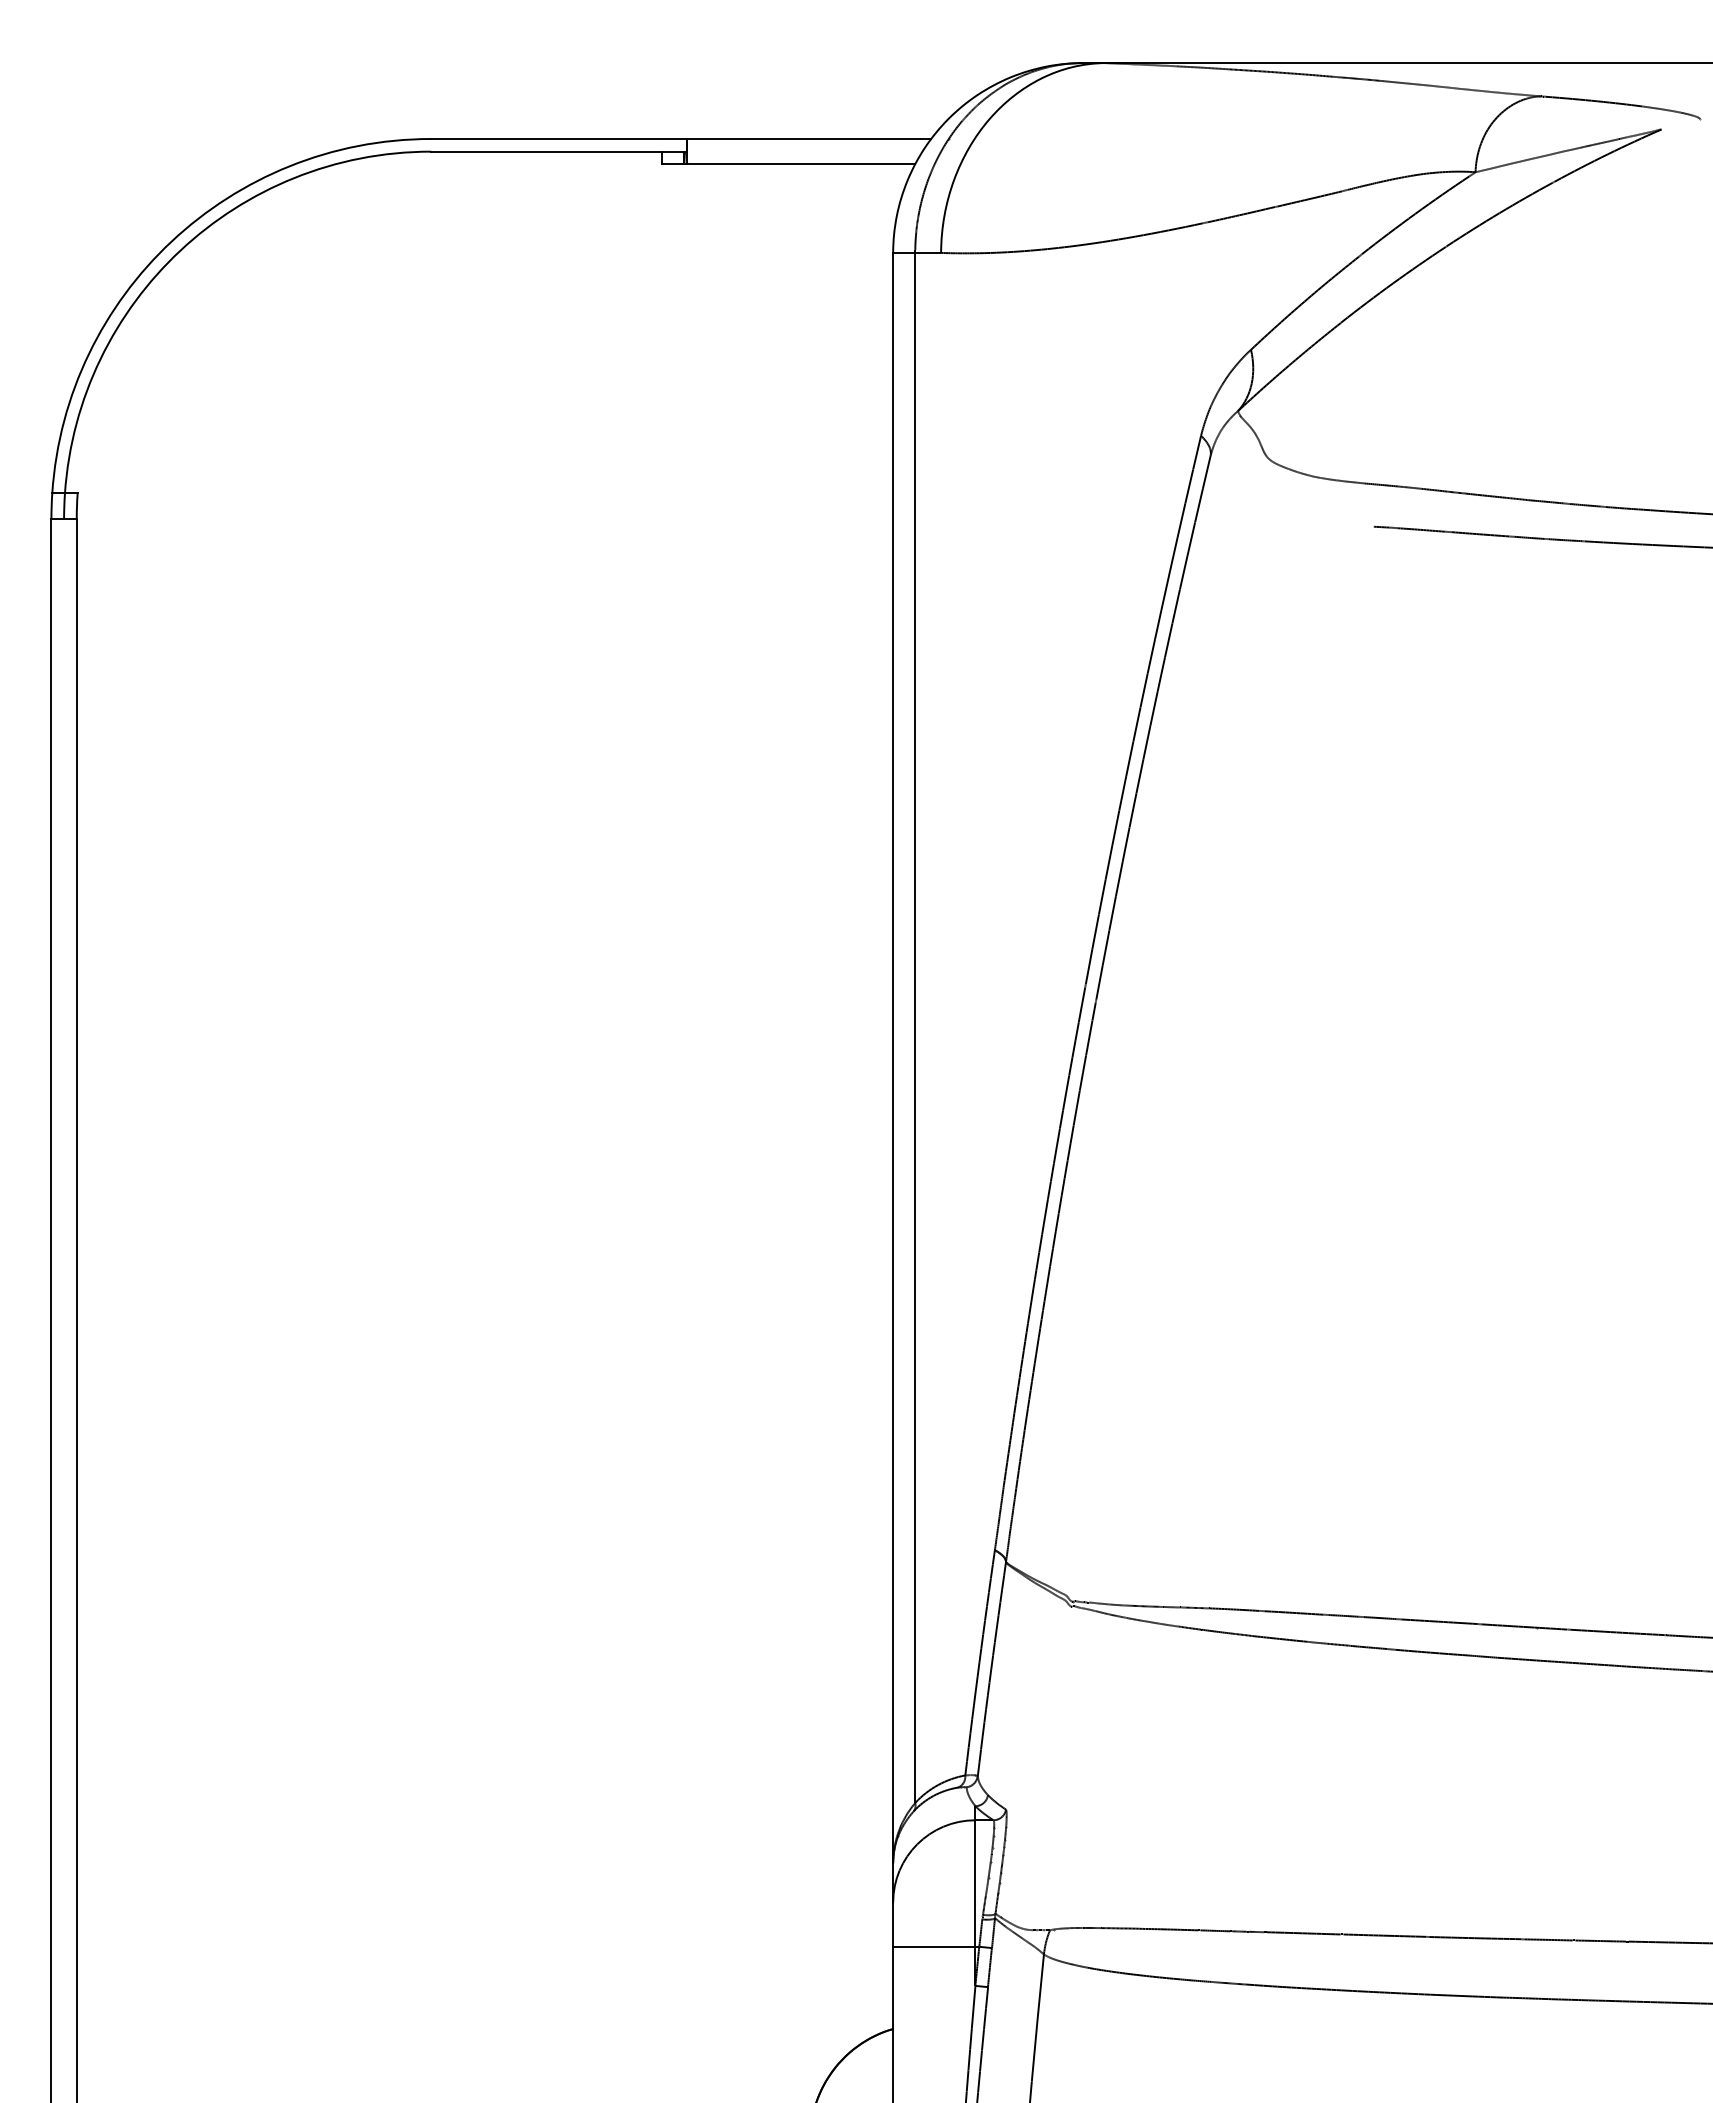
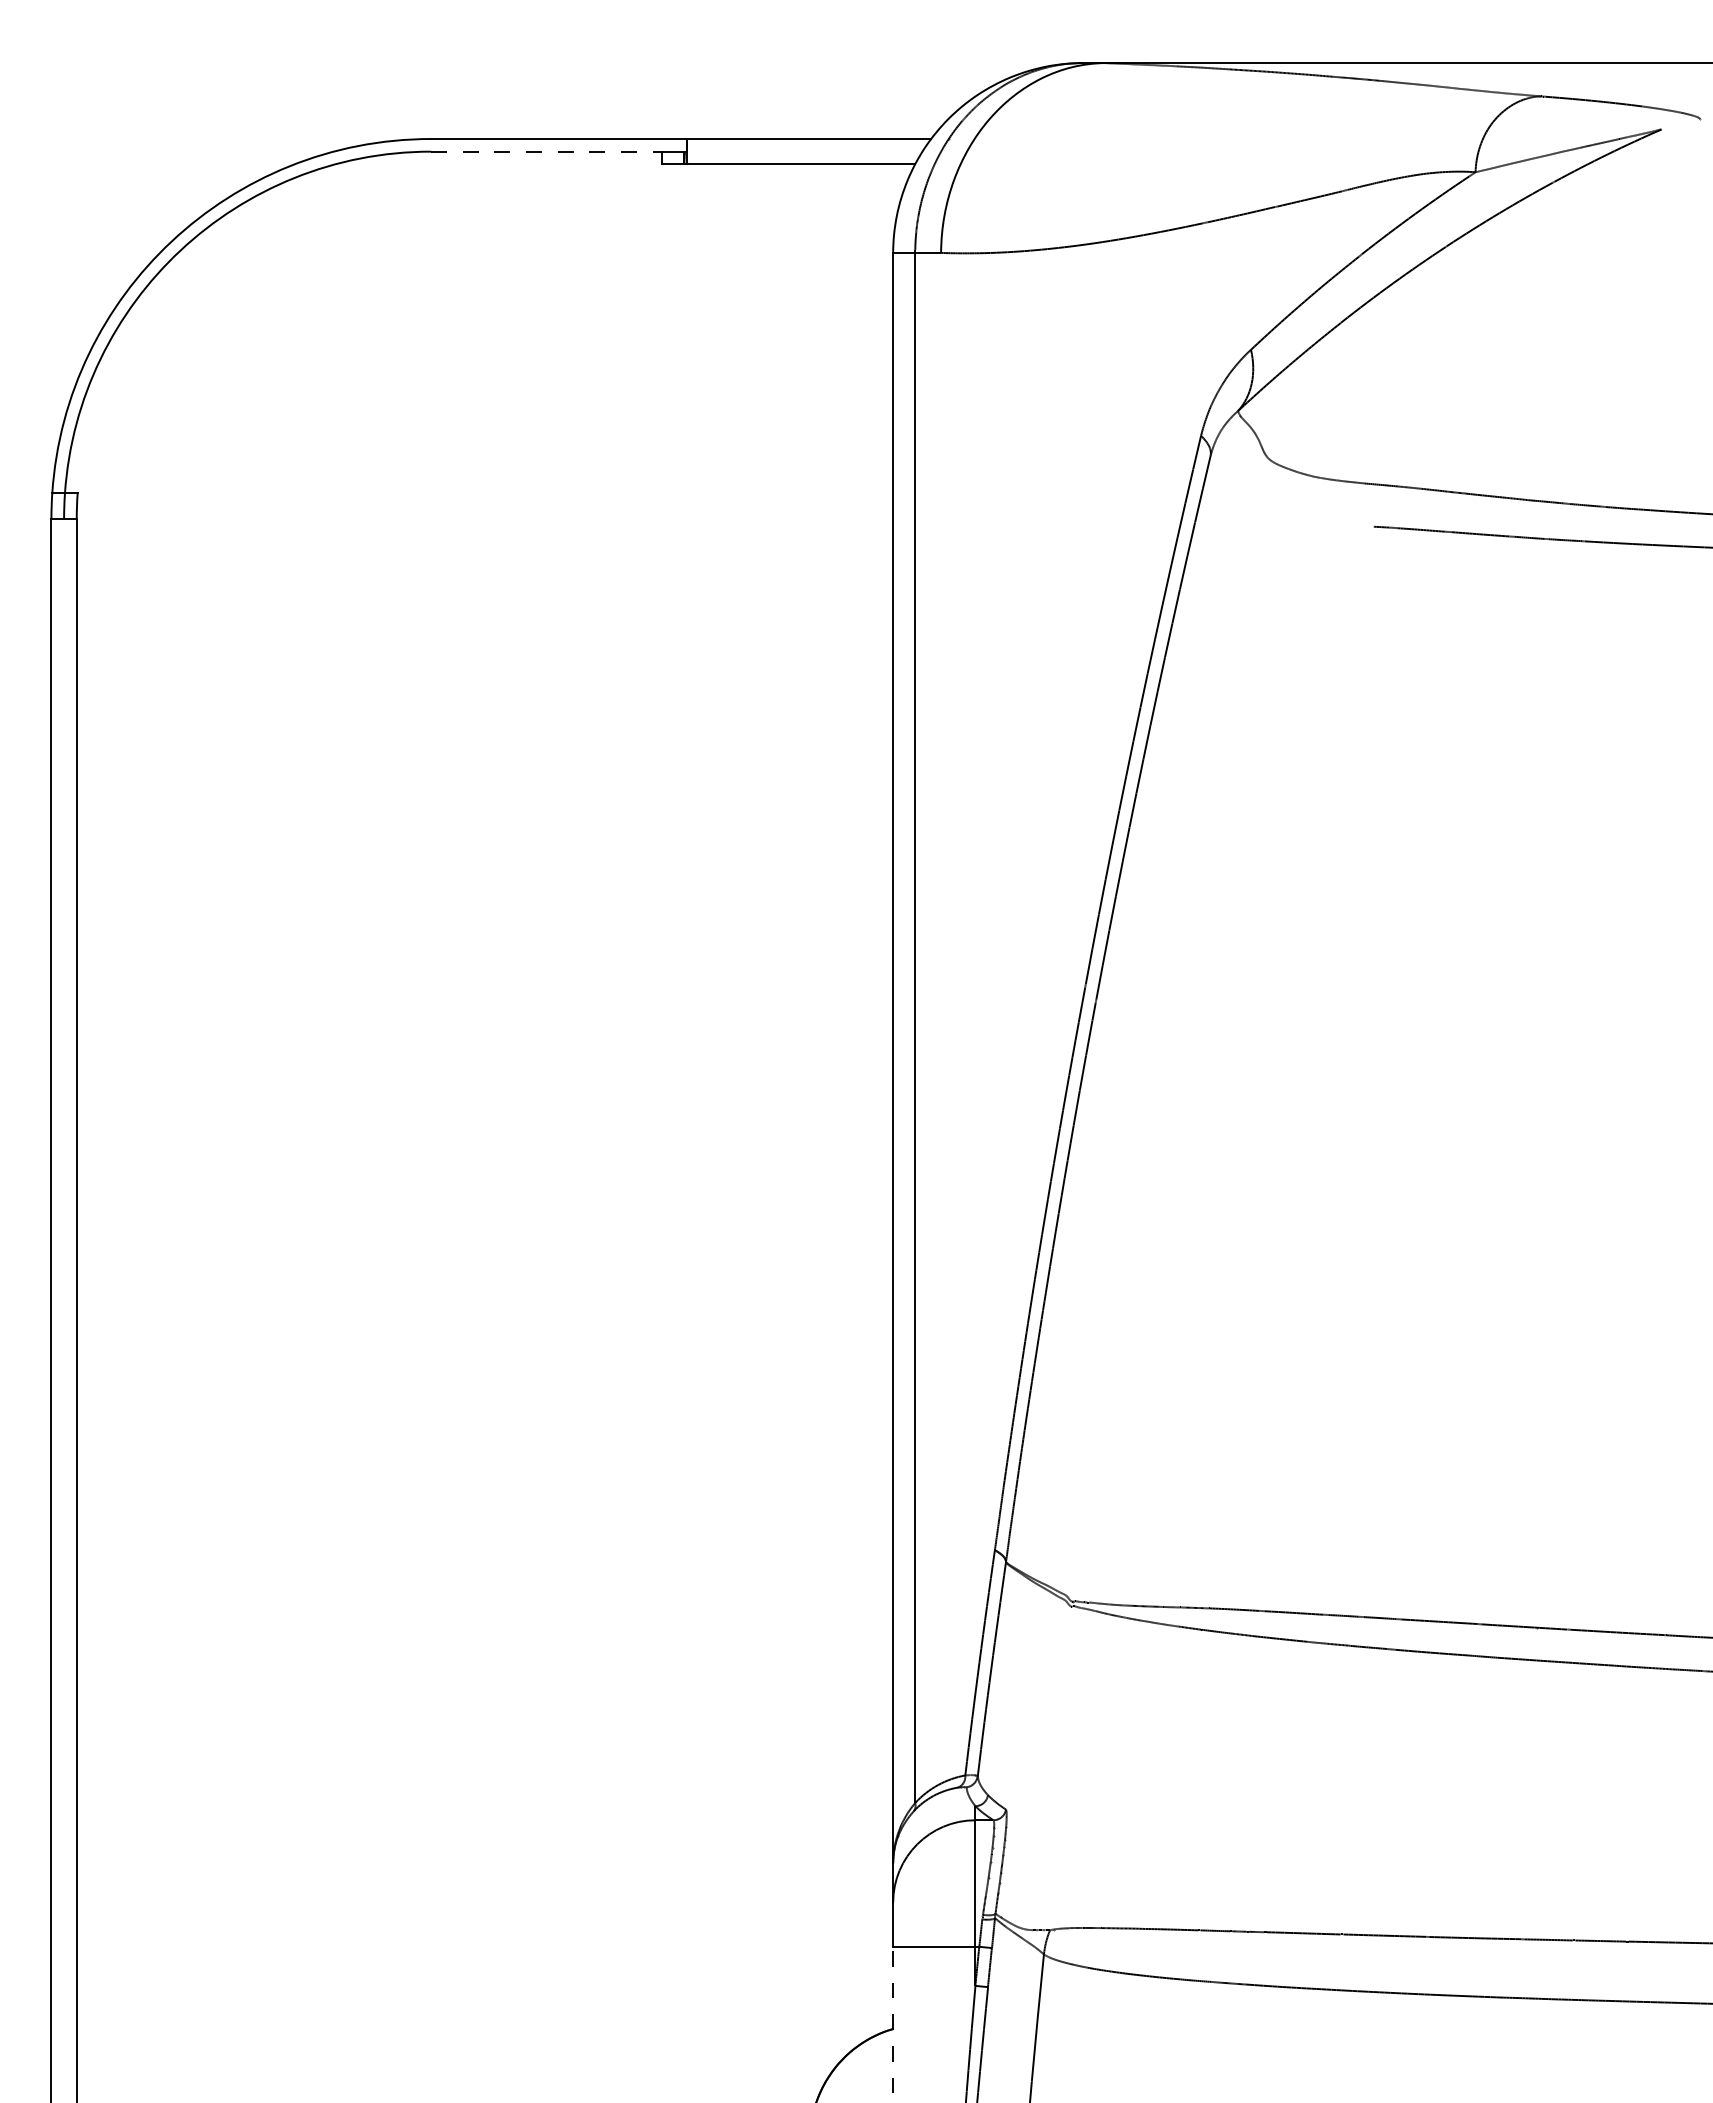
line at (547, 151): solid -> dashed
line at (893, 2024): solid -> dashed
